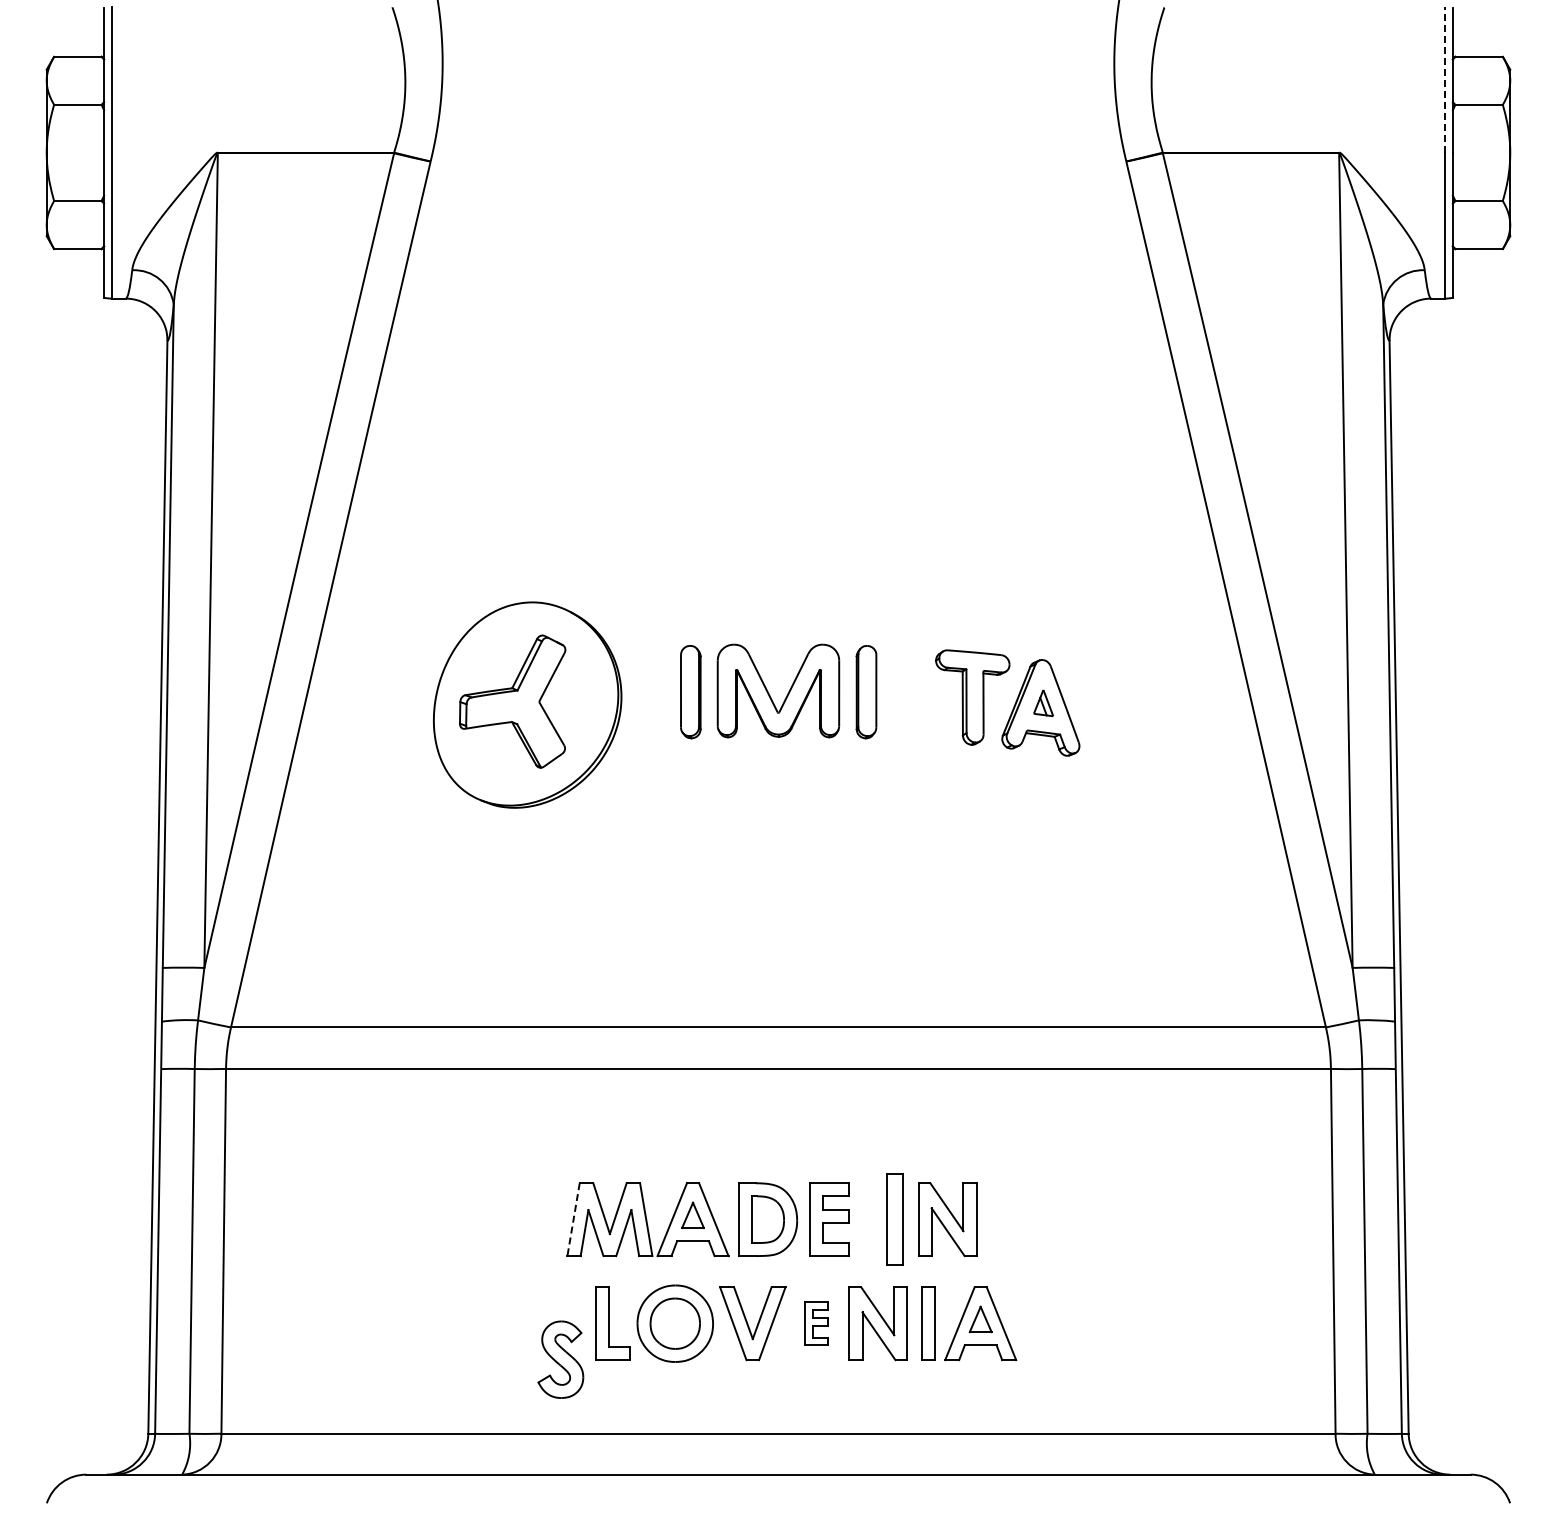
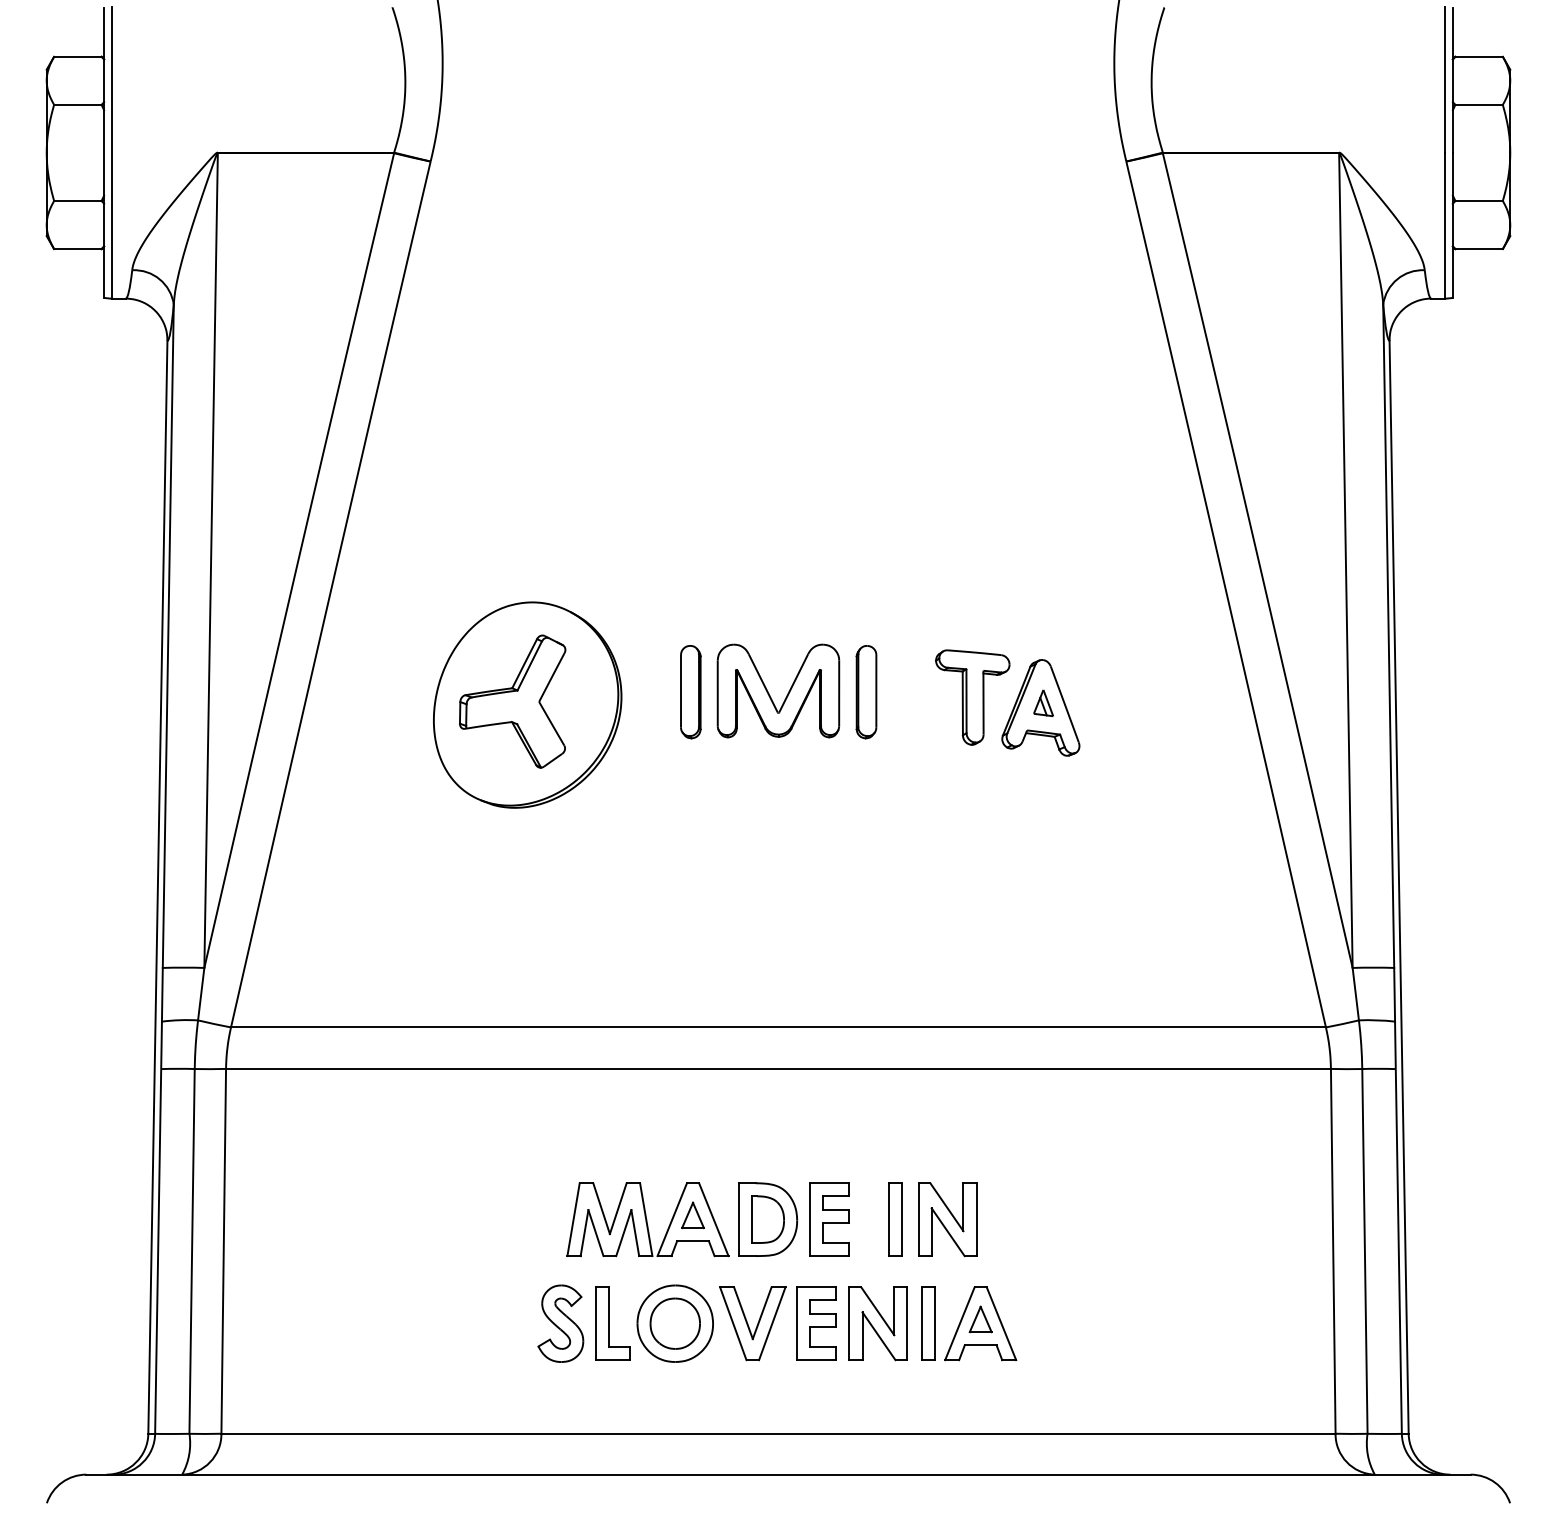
line at (1444, 80): dashed -> solid
line at (573, 1219): dashed -> solid
part at (894, 1219) size: 18x93 px -> 15x75 px
part at (816, 1323) size: 25x45 px -> 41x75 px
part at (560, 1359) position: (560, 1359) -> (560, 1323)
